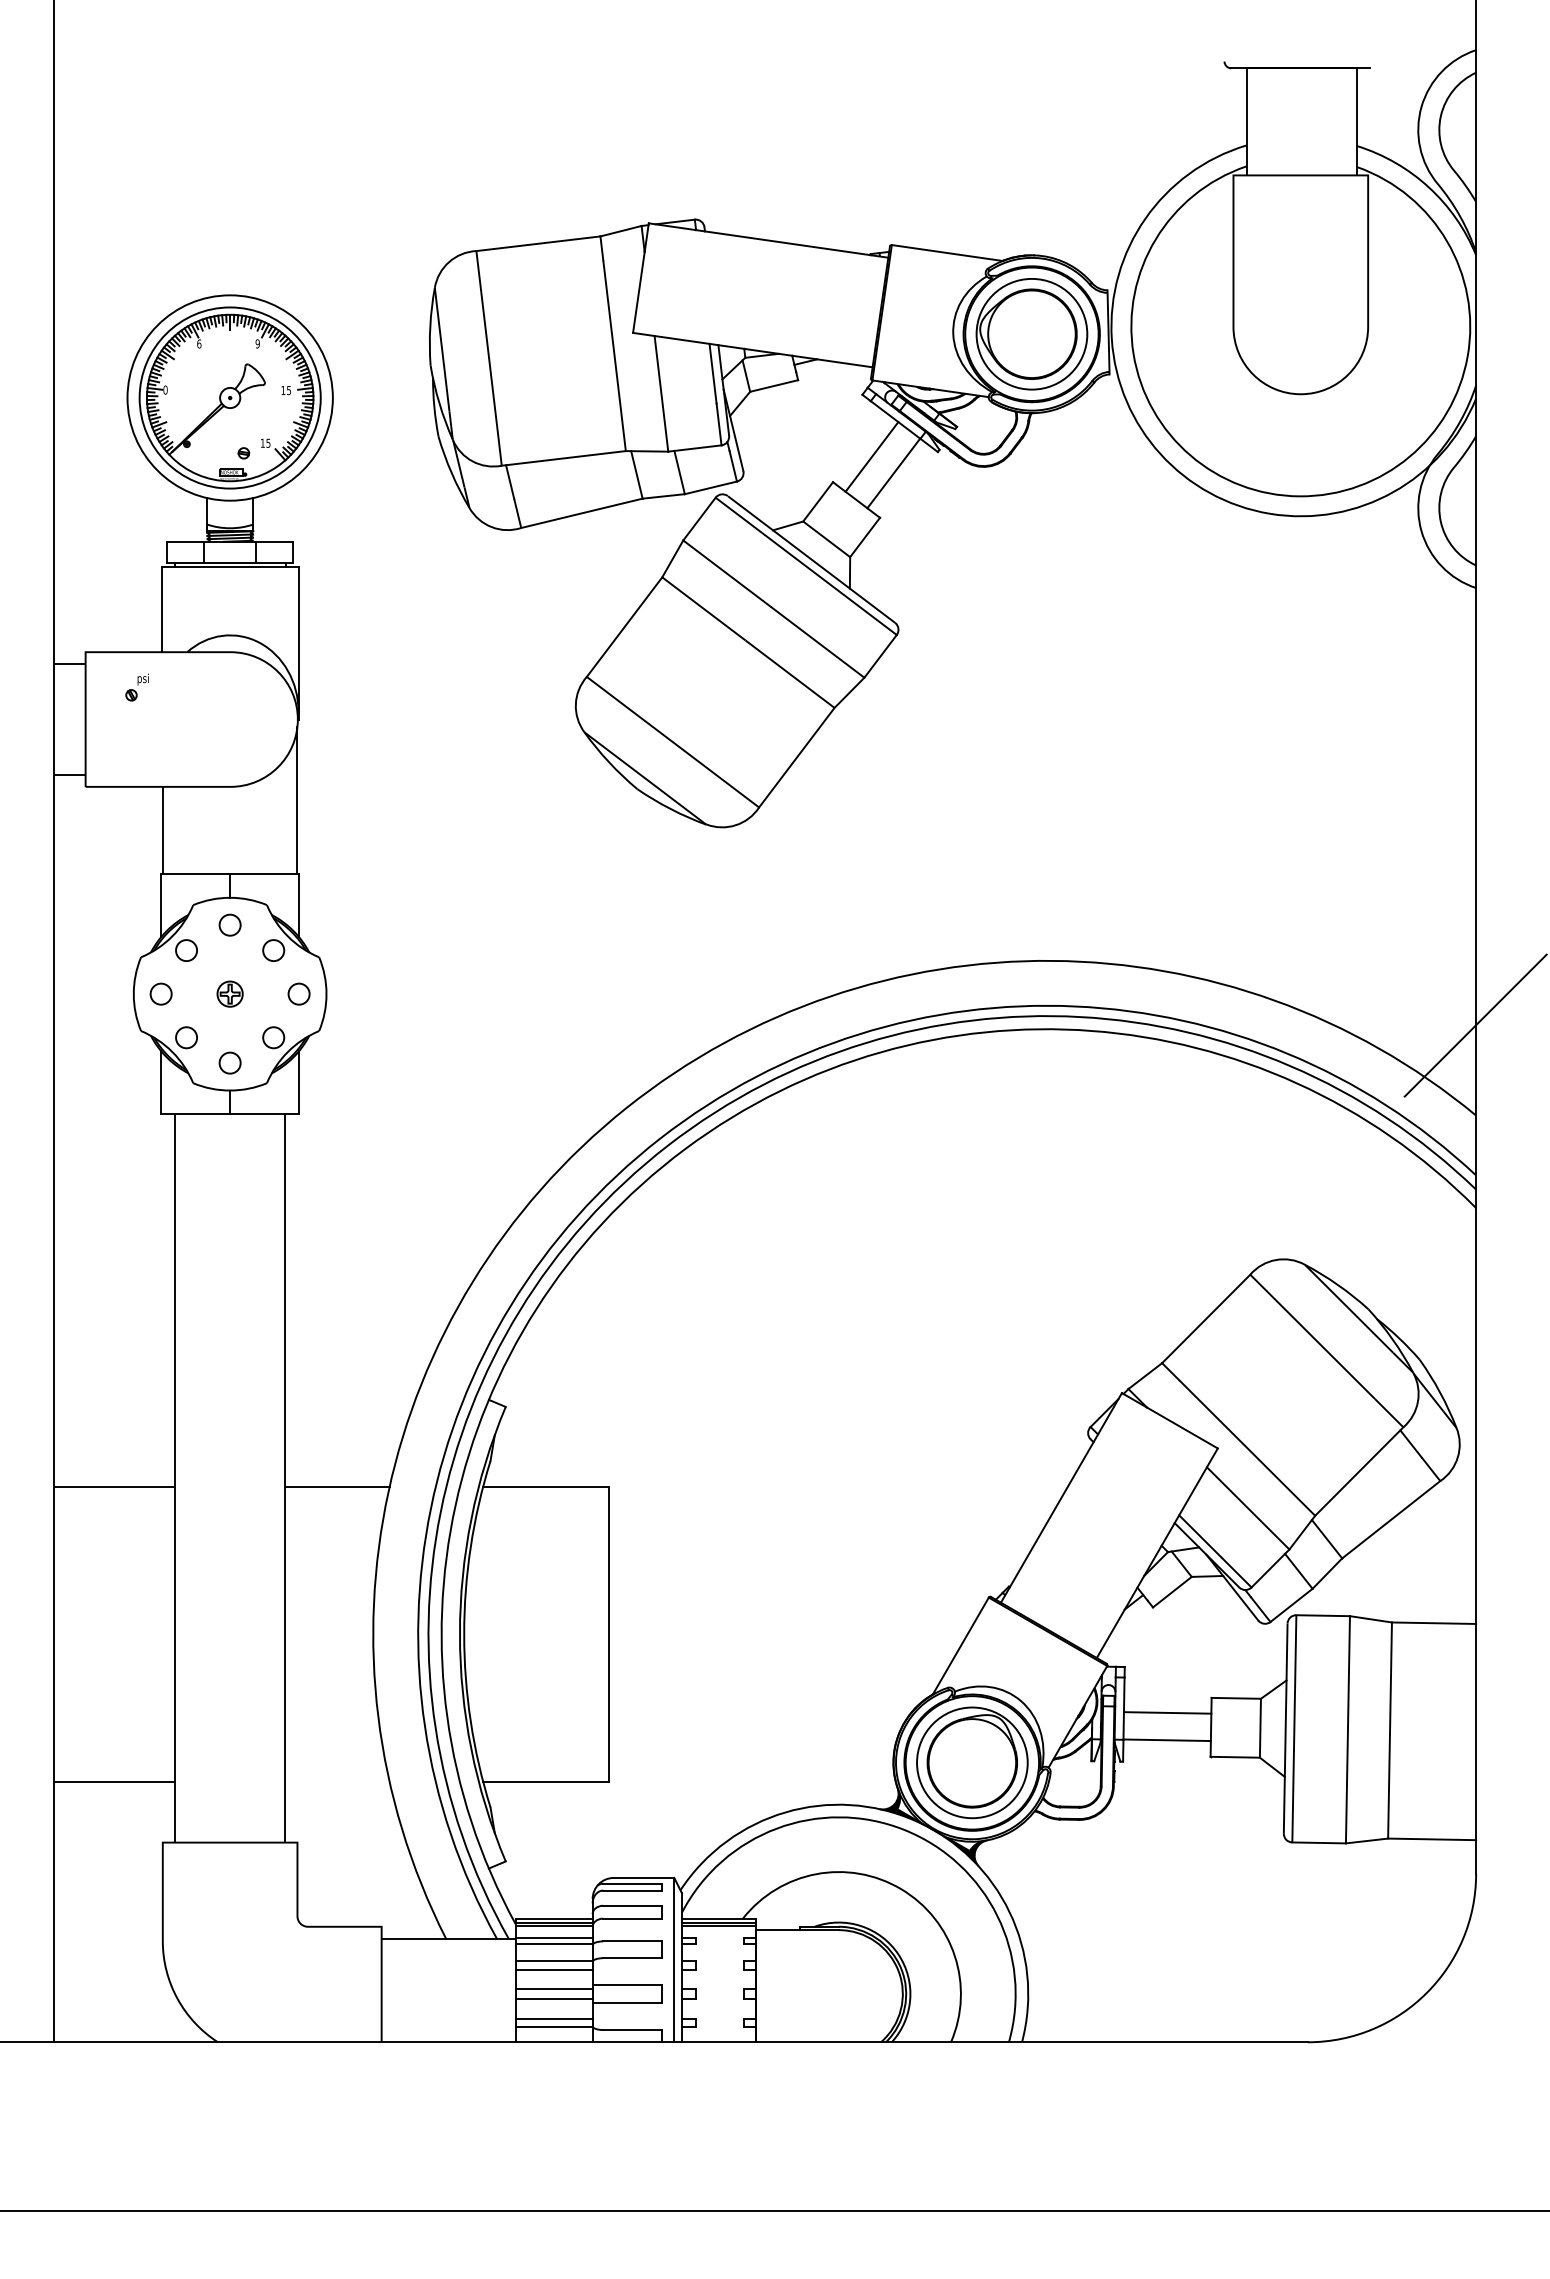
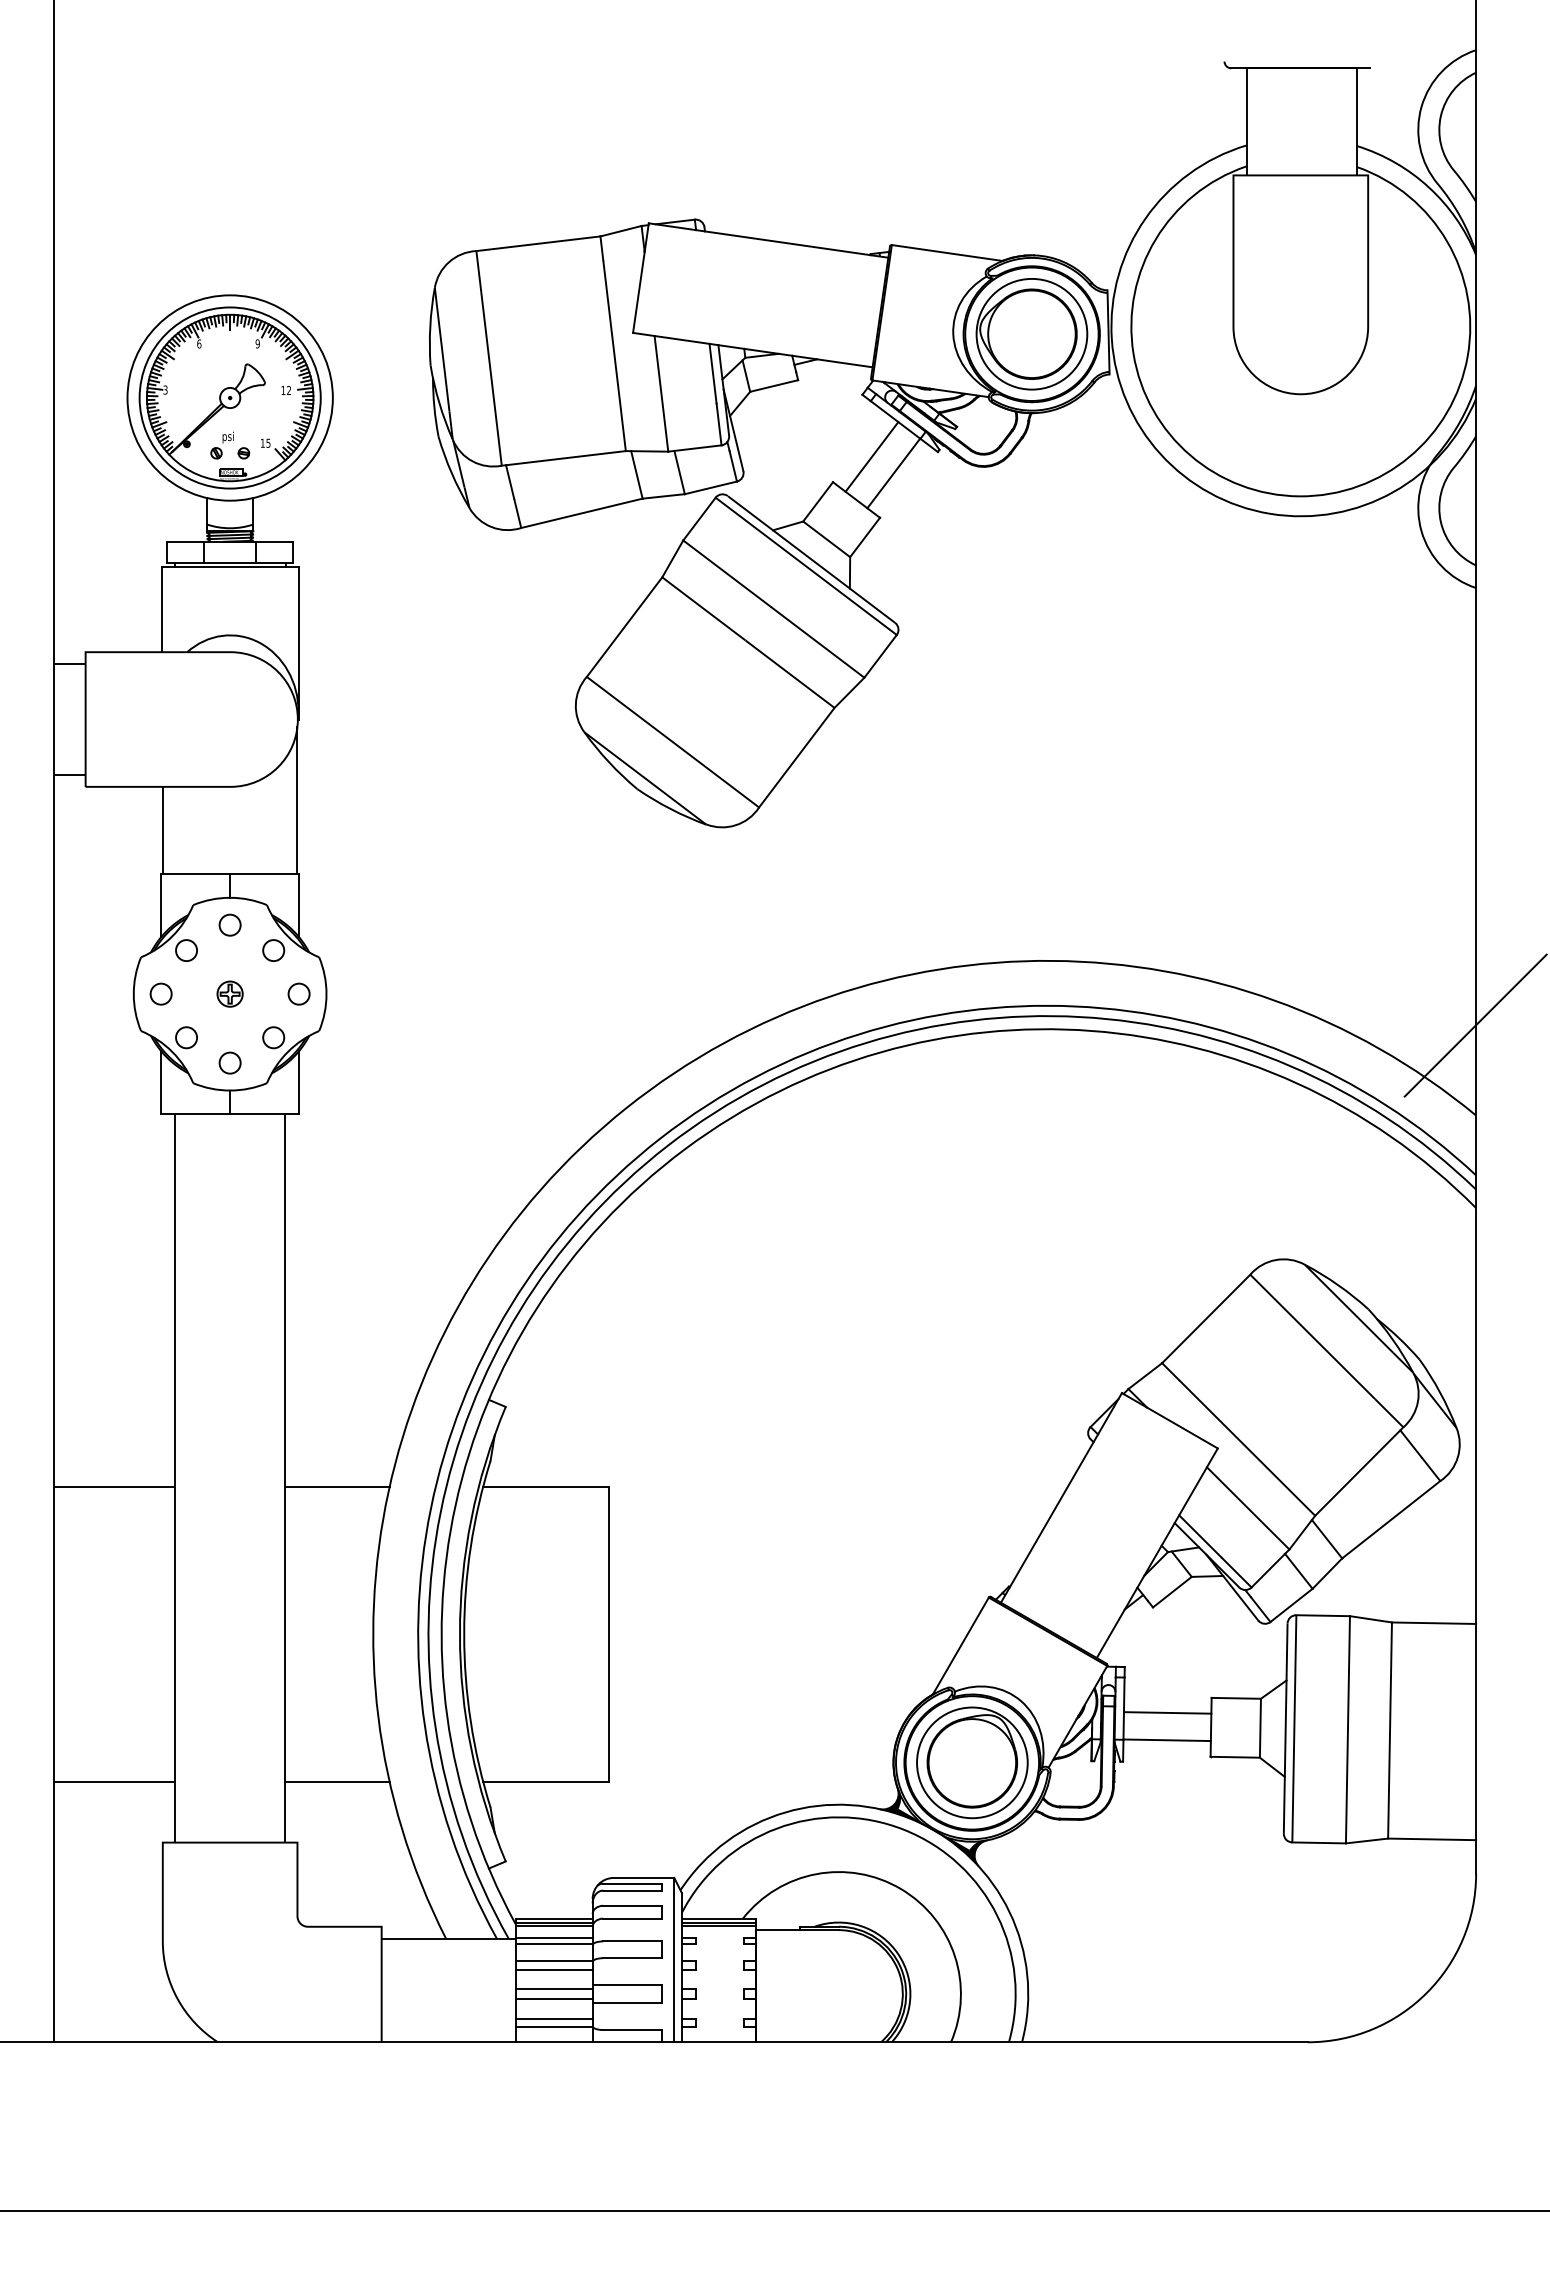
text at (165, 389): 0 -> 3
text at (289, 390): 15 -> 12
part at (136, 687) position: (136, 687) -> (221, 445)
line at (337, 1781): none -> present
